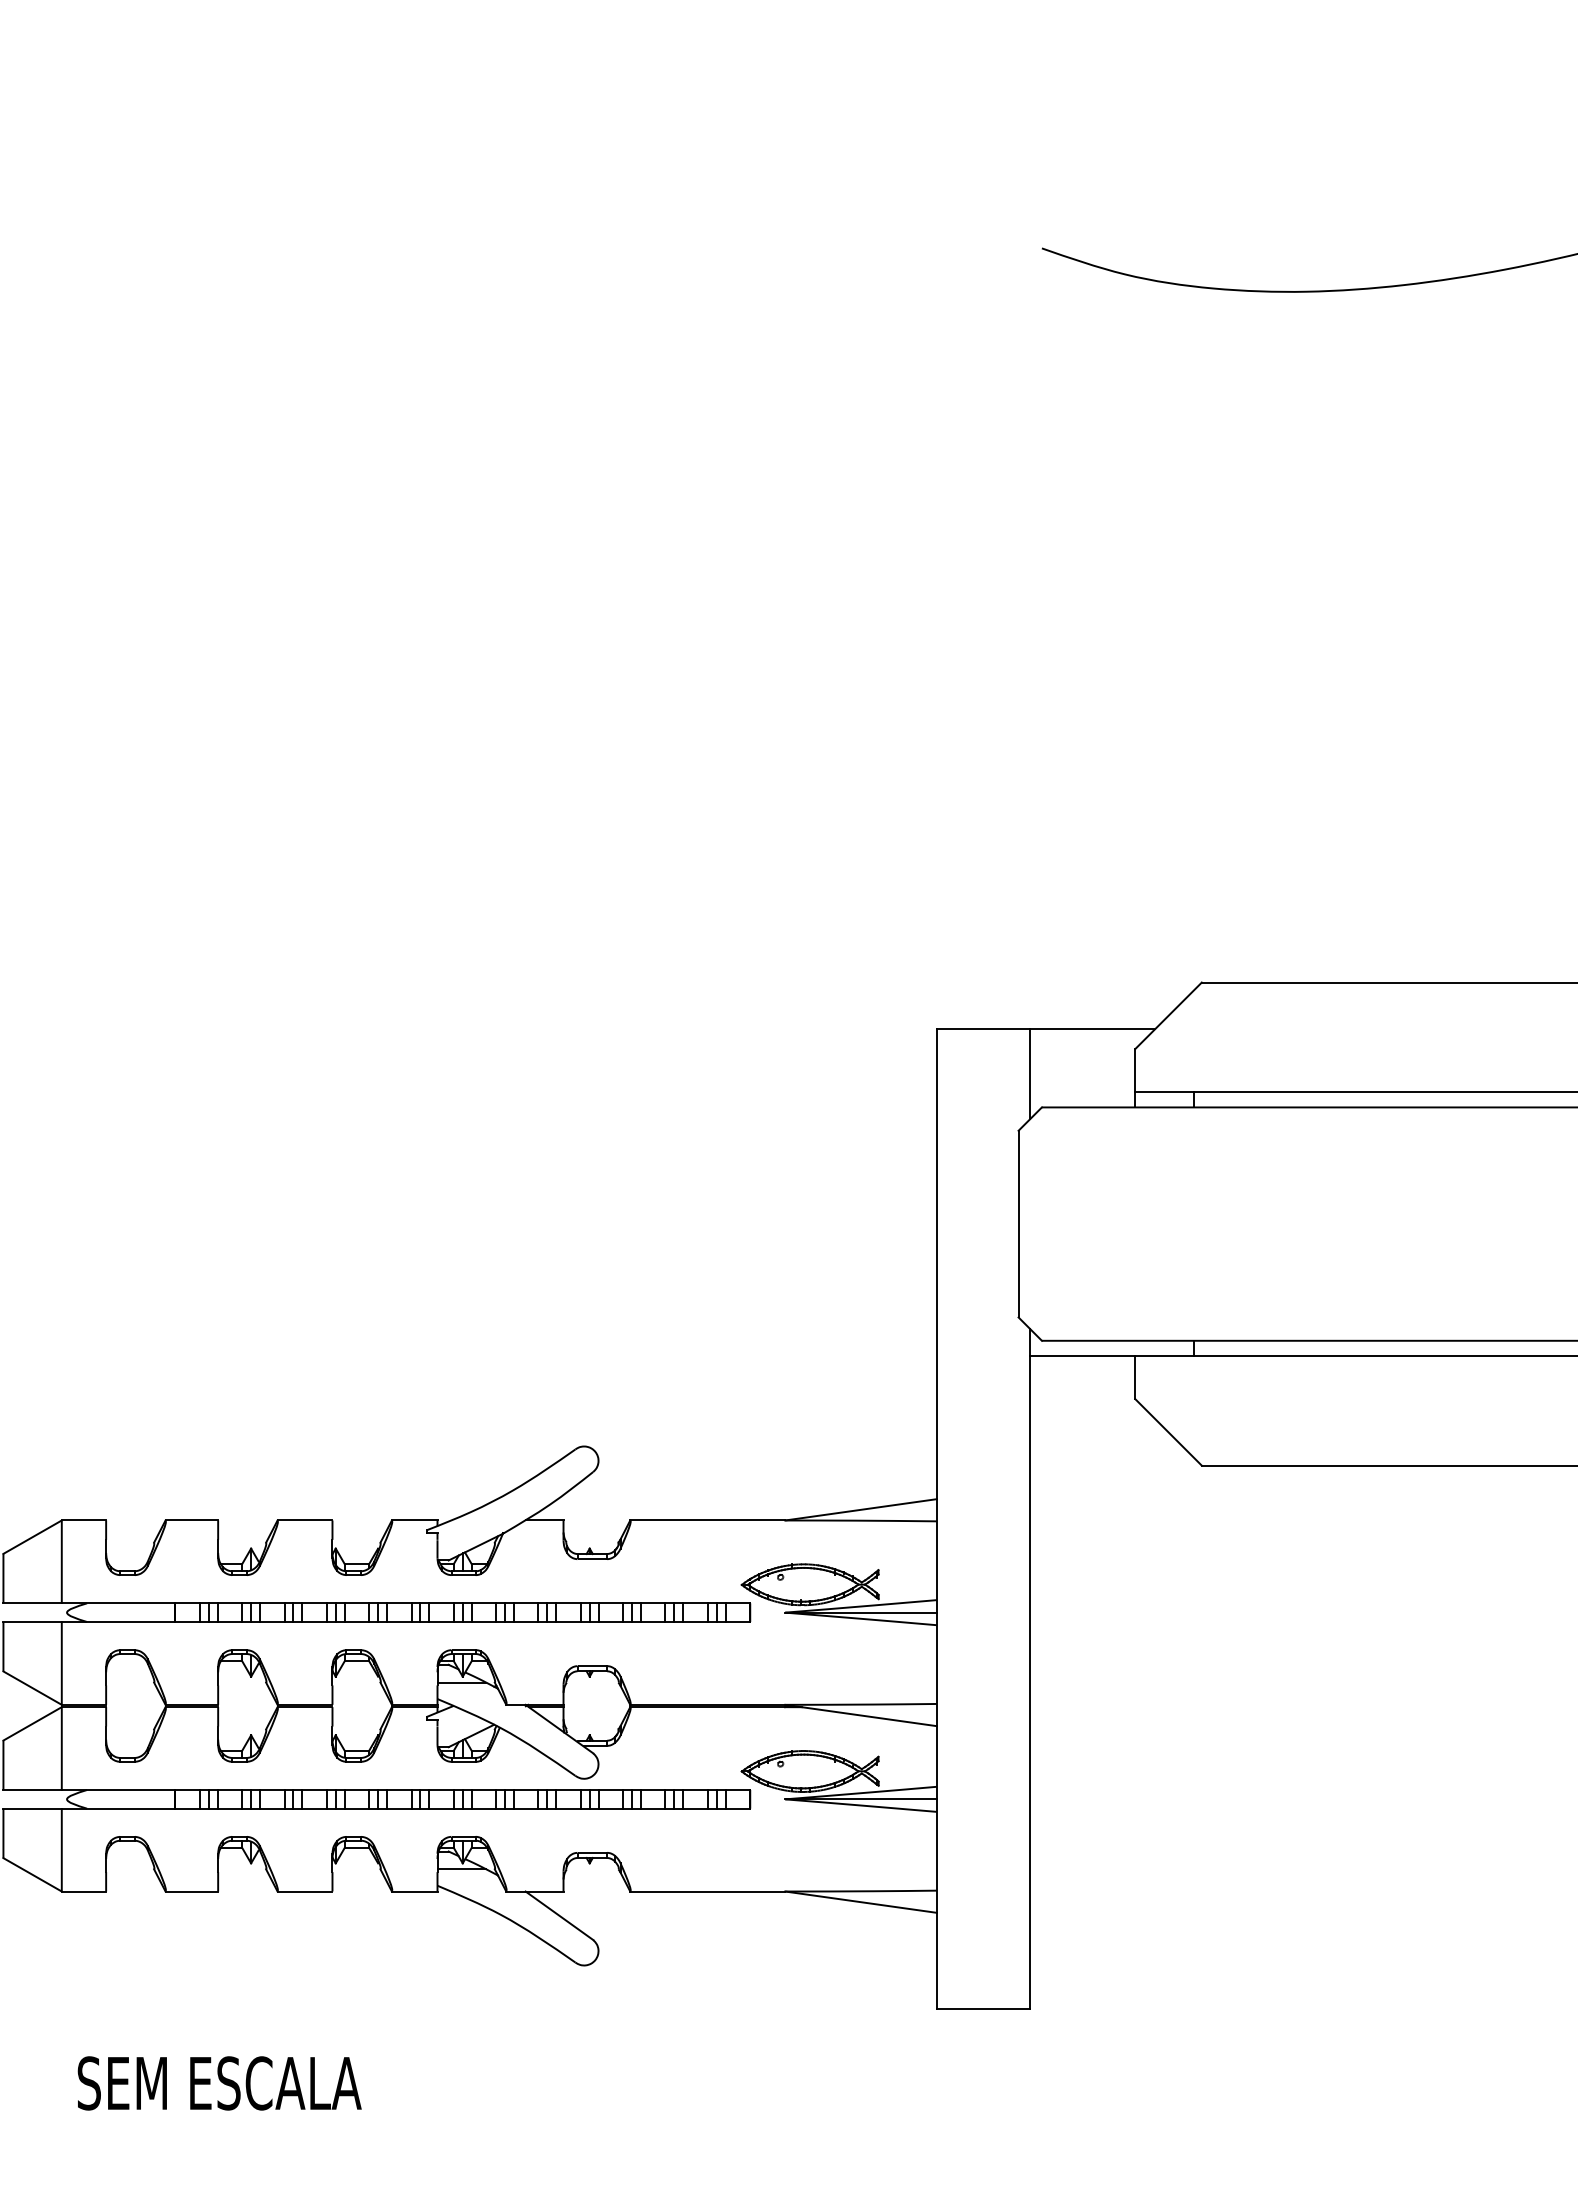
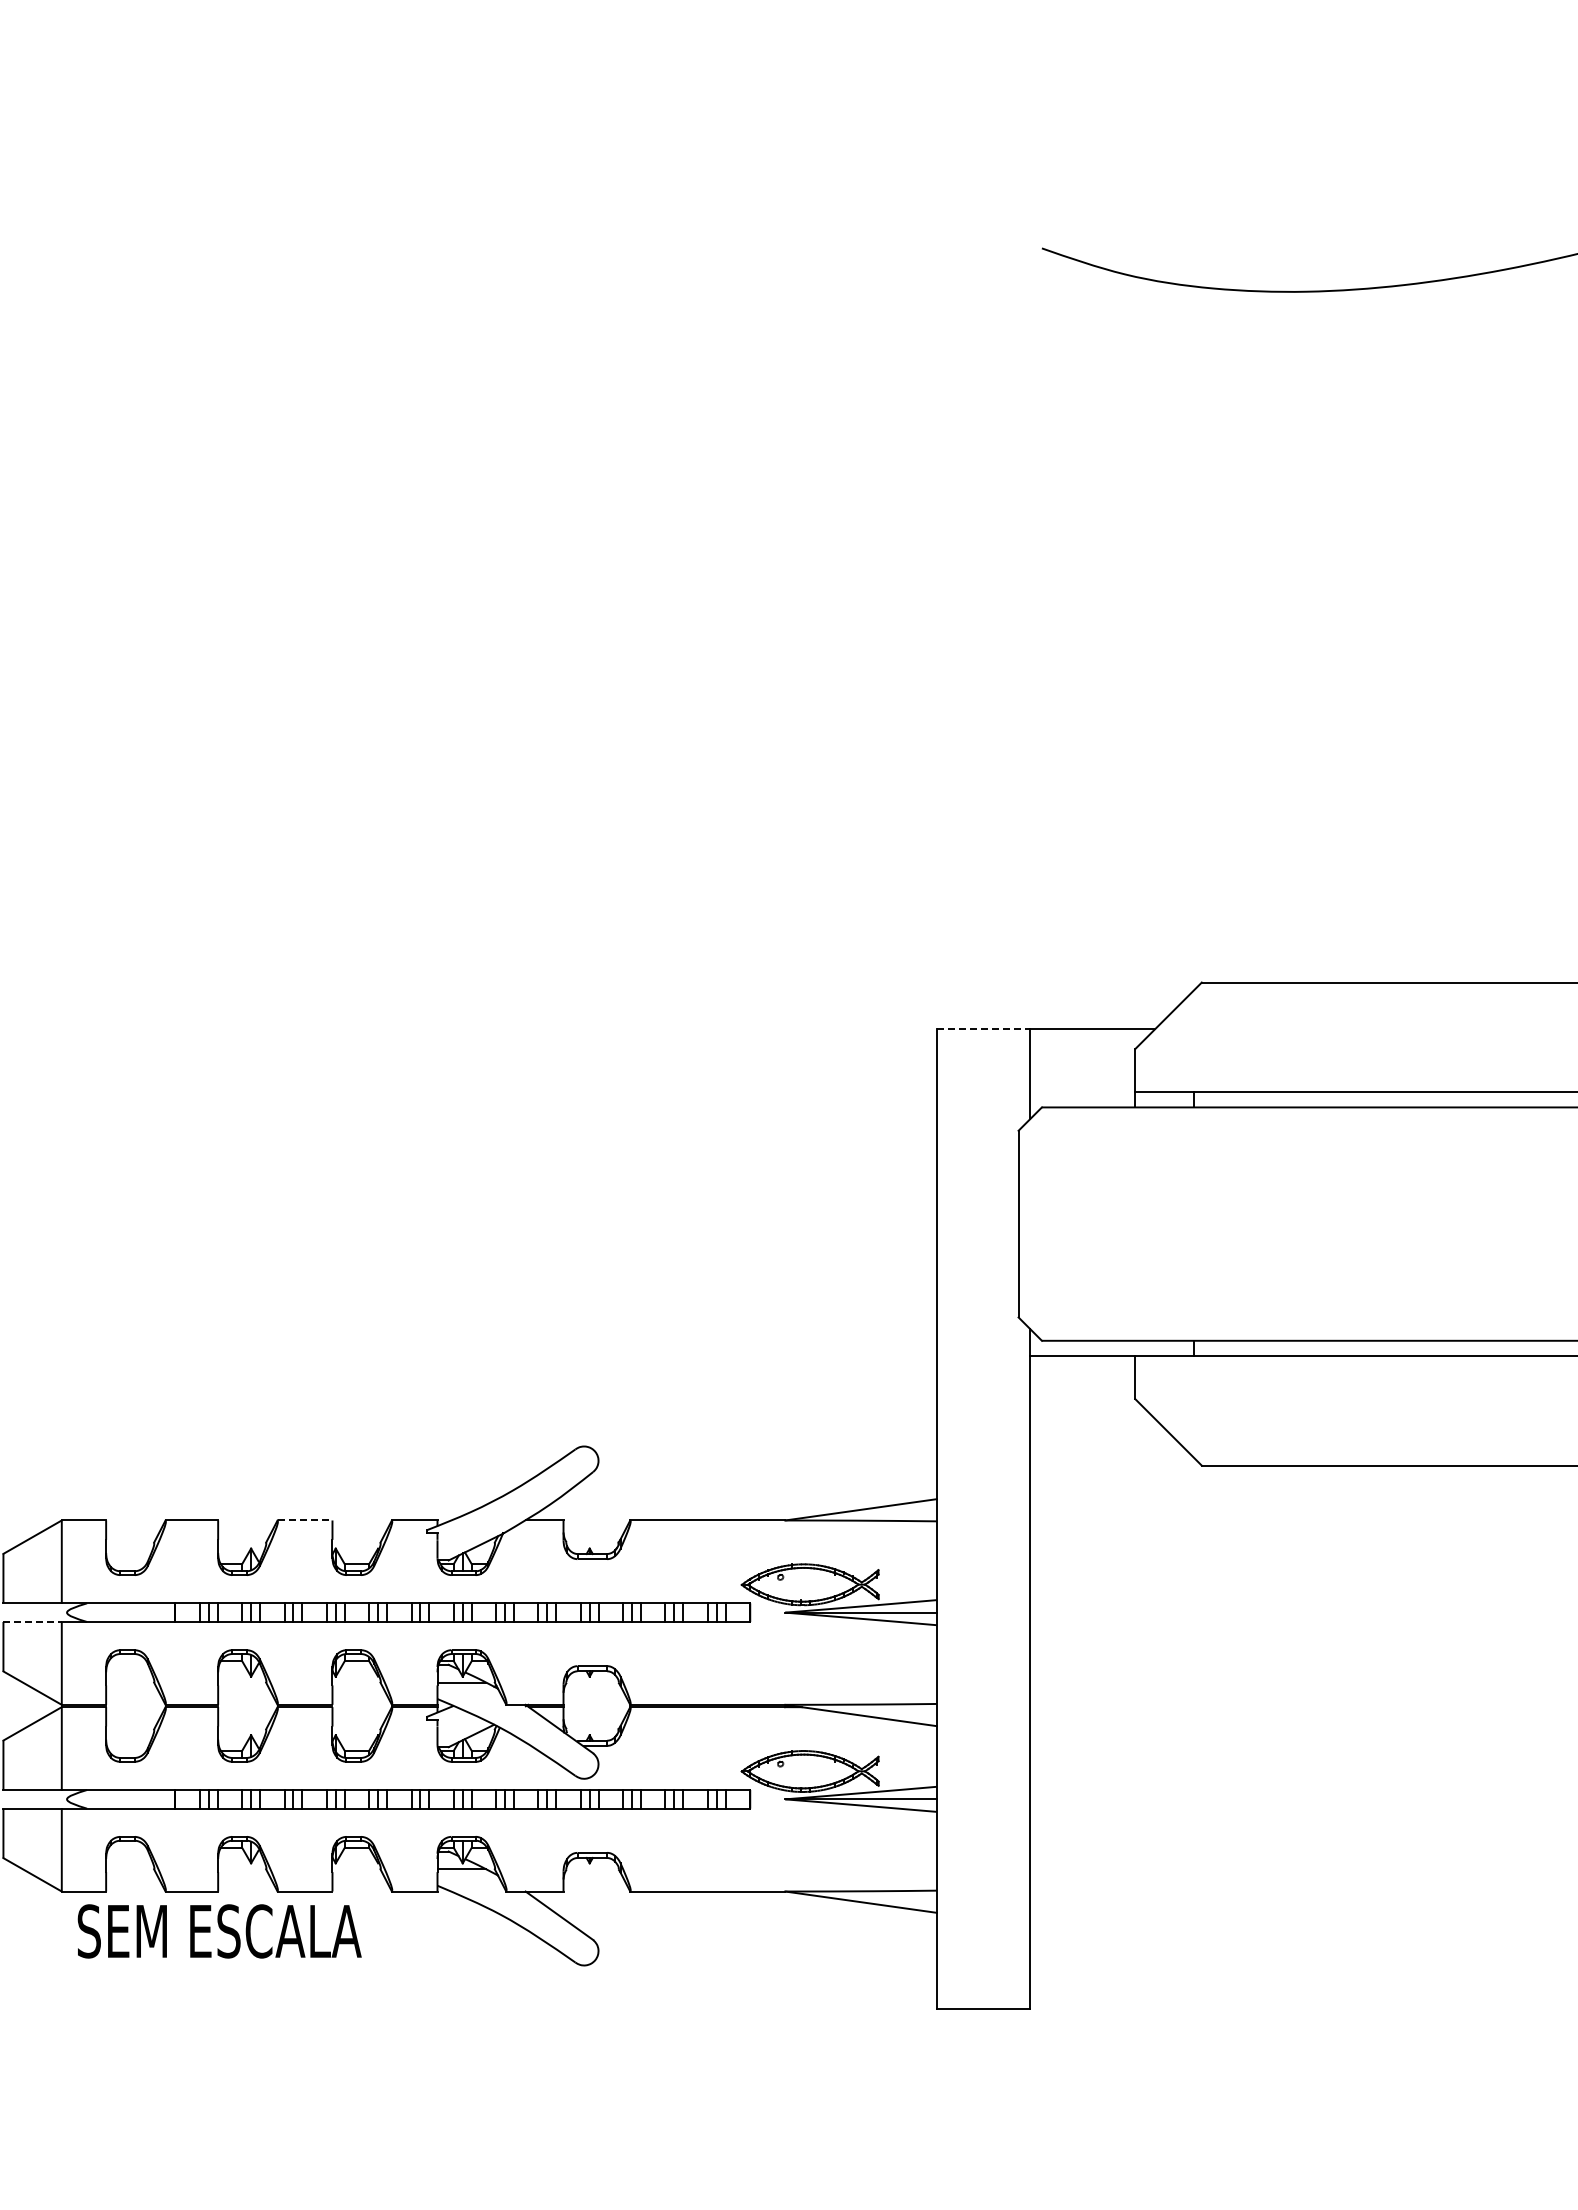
line at (983, 1029): solid -> dashed
line at (305, 1520): solid -> dashed
line at (33, 1621): solid -> dashed
text at (219, 2083) position: (219, 2083) -> (219, 1931)
